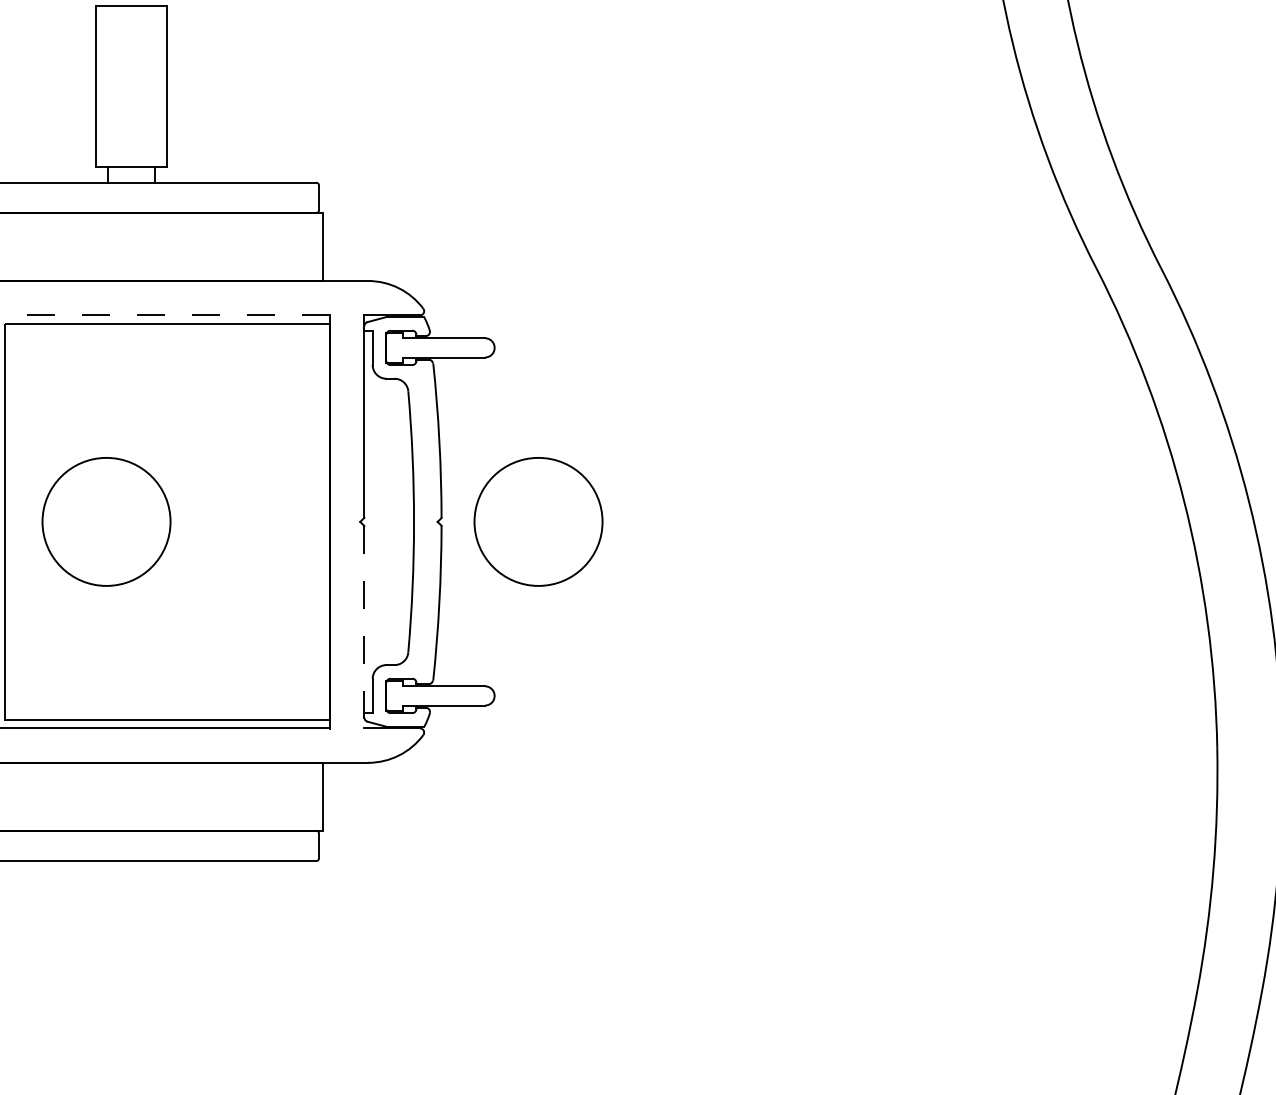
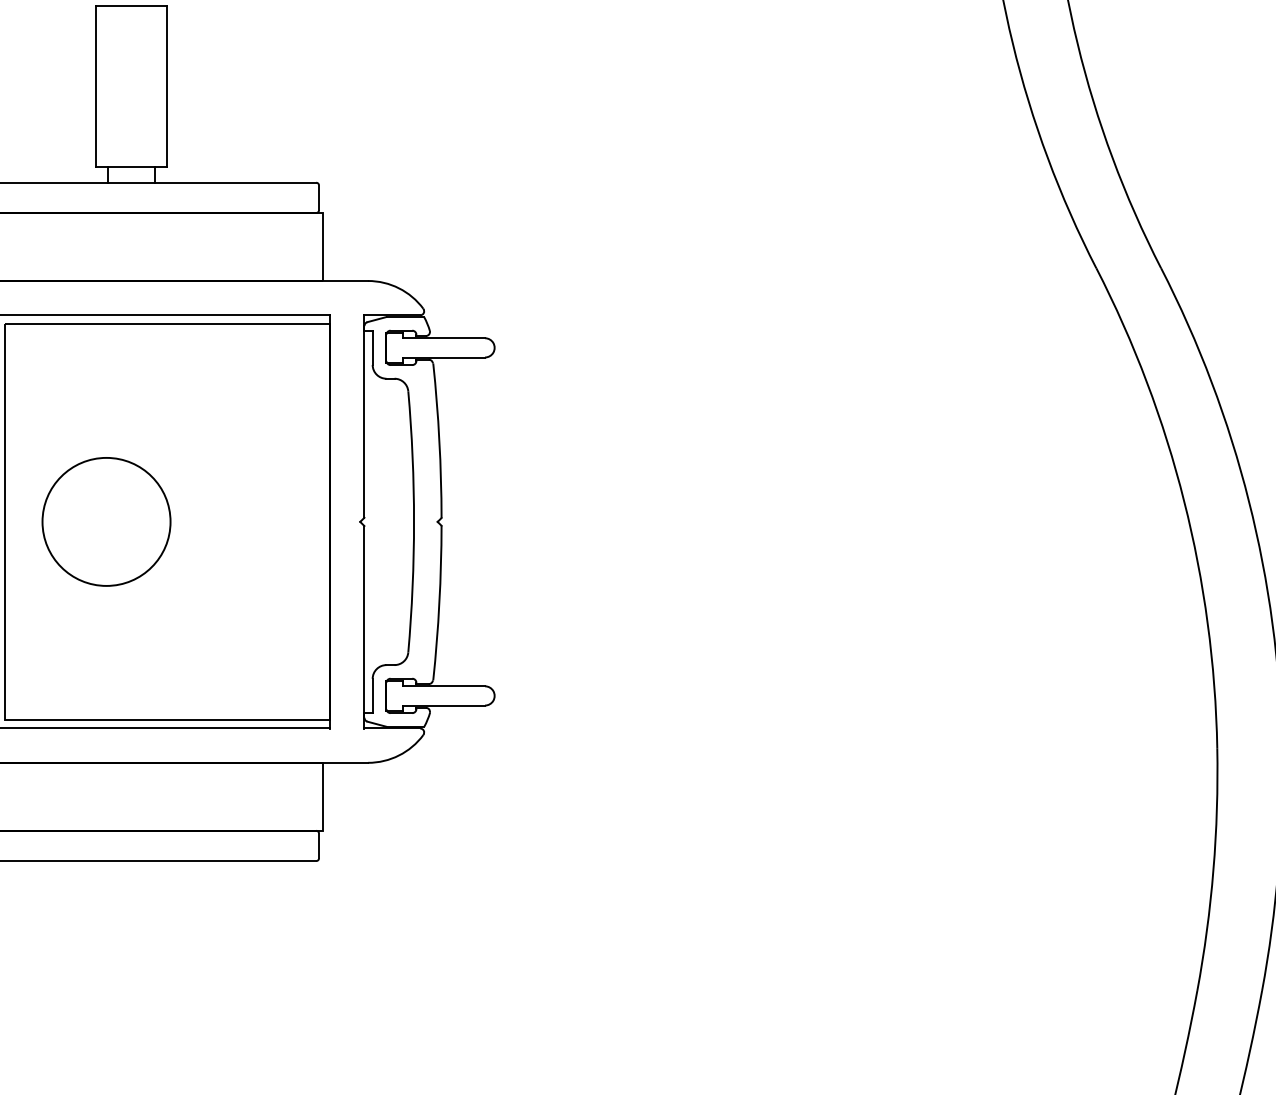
line at (165, 315): dashed -> solid
circle at (538, 521): present -> none
line at (364, 627): dashed -> solid
